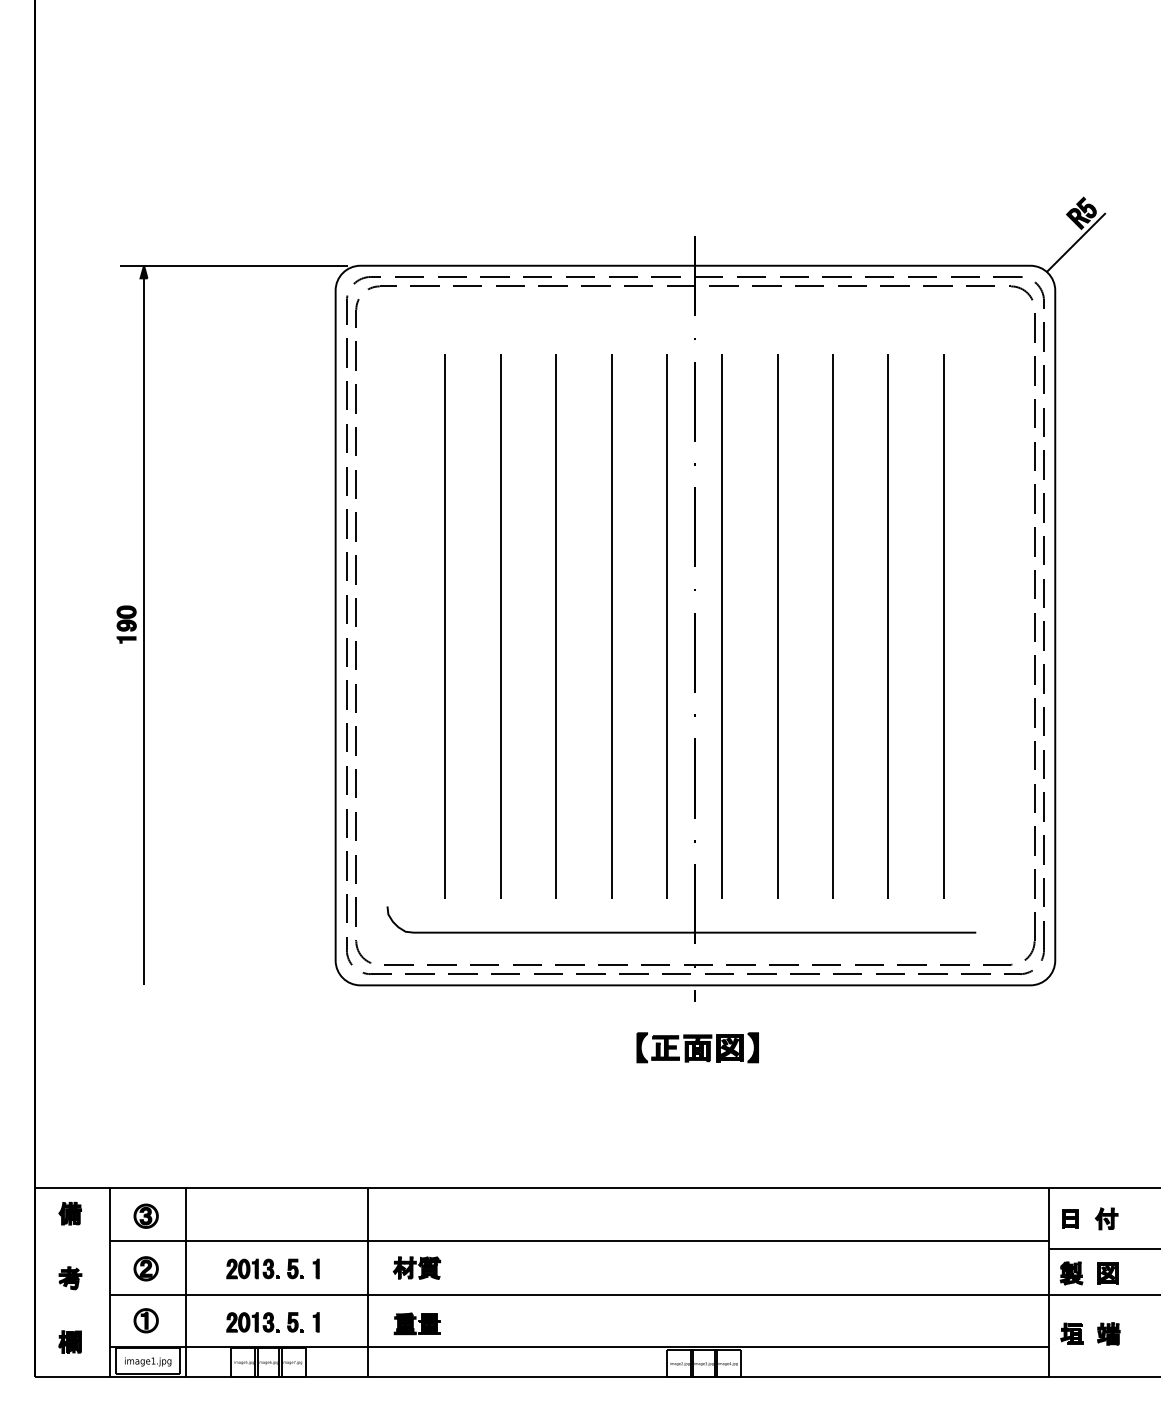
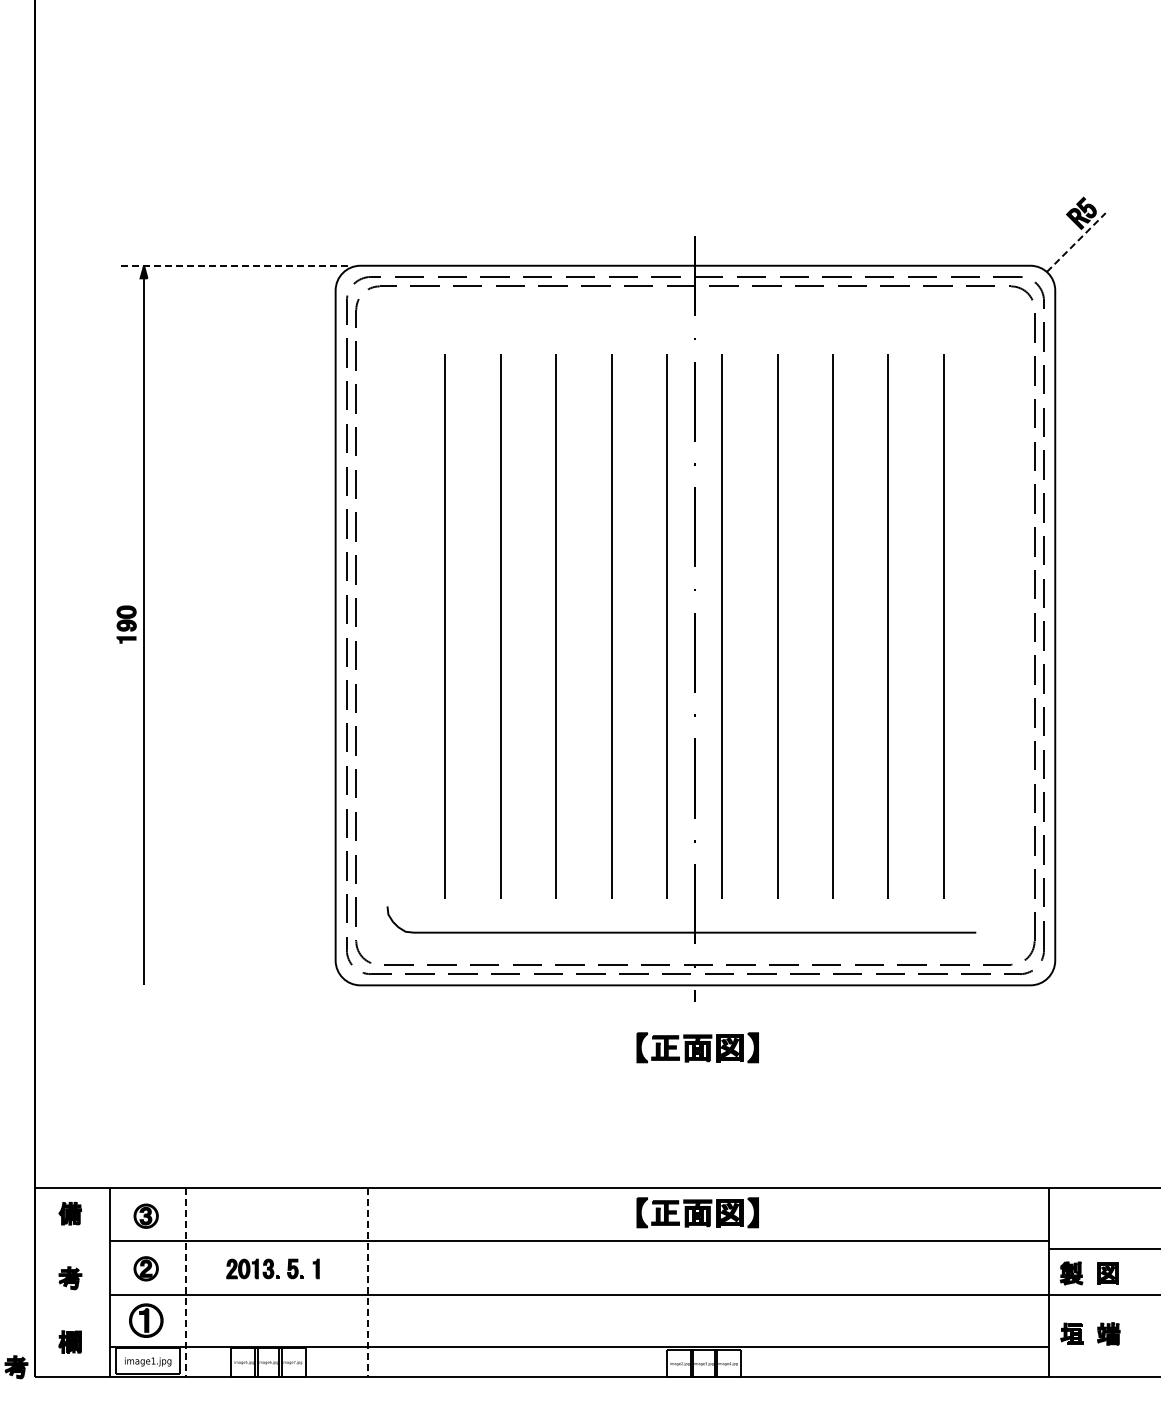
line at (1076, 242): solid -> dashed
line at (233, 265): solid -> dashed
part at (697, 1212): none -> present
part at (1090, 1218): present -> none
part at (416, 1267): present -> none
line at (186, 1282): solid -> dashed
line at (367, 1282): solid -> dashed
part at (145, 1320) size: 26x26 px -> 35x35 px
part at (272, 1322): present -> none
part at (416, 1323): present -> none
part at (16, 1367): none -> present
